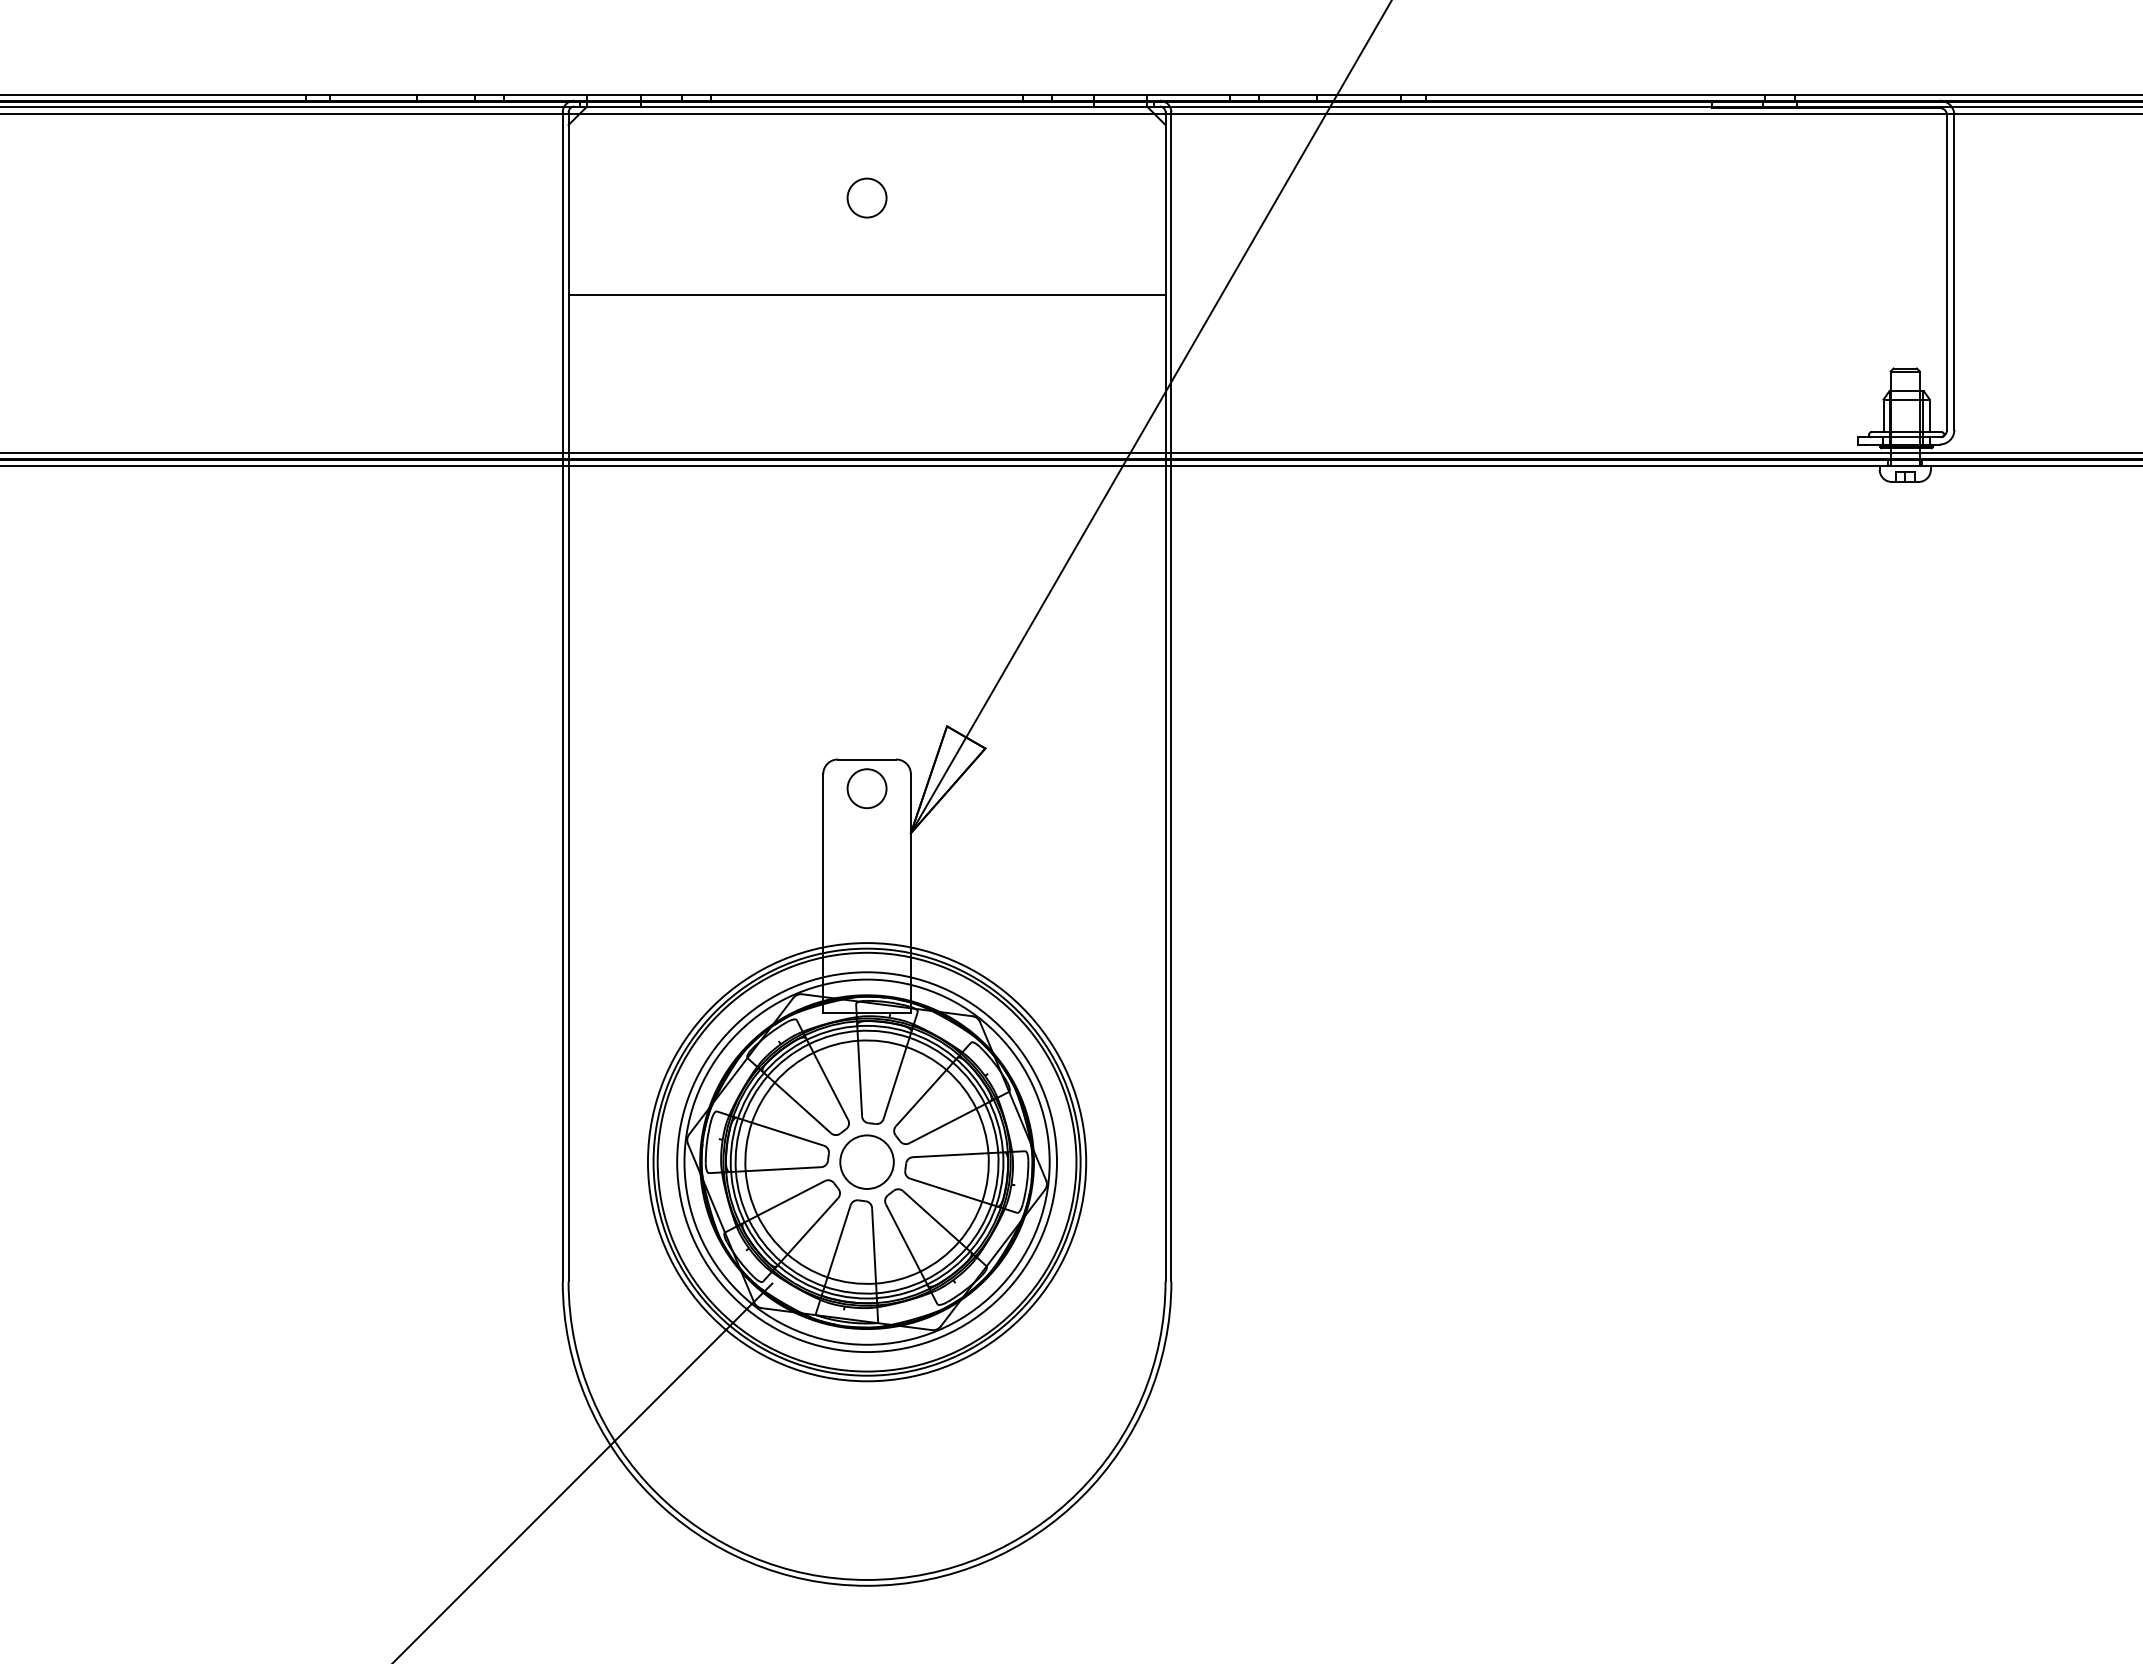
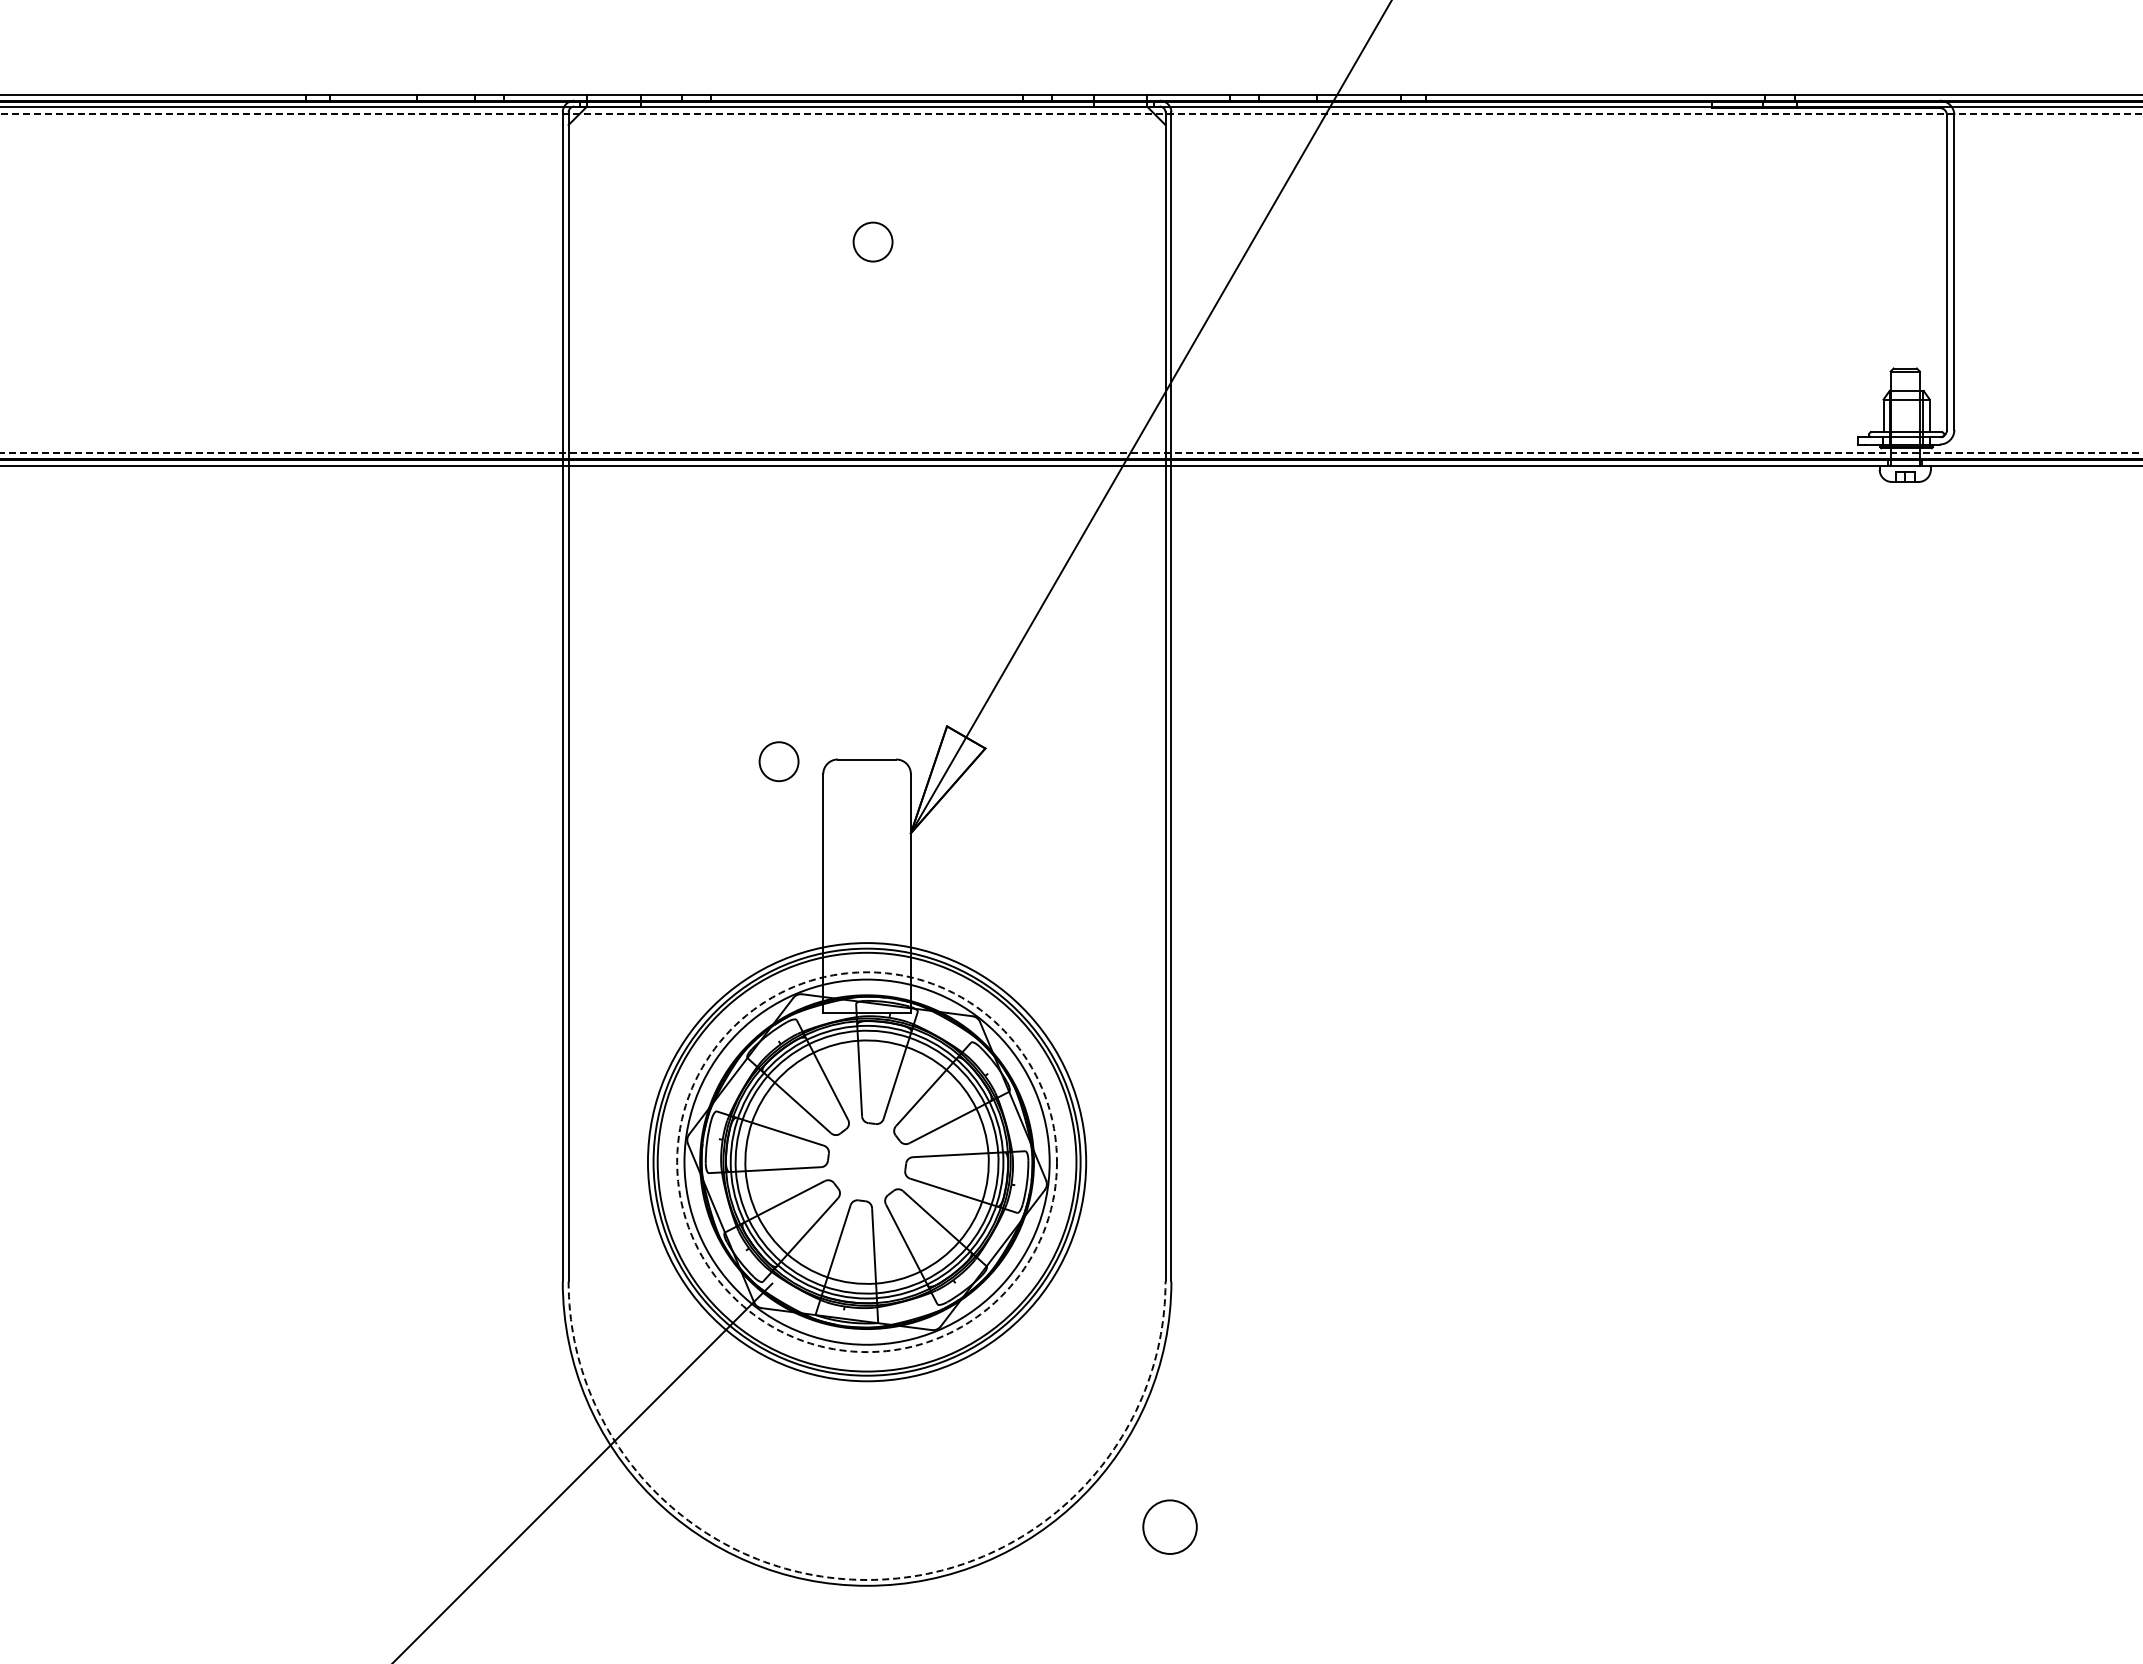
line at (1071, 114): solid -> dashed
circle at (866, 197) position: (866, 197) -> (872, 241)
line at (866, 295): present -> none
line at (1071, 452): solid -> dashed
circle at (866, 788) position: (866, 788) -> (778, 761)
circle at (866, 1161) position: (866, 1161) -> (1169, 1526)
circle at (866, 1162): solid -> dashed
arc at (867, 1579): solid -> dashed
